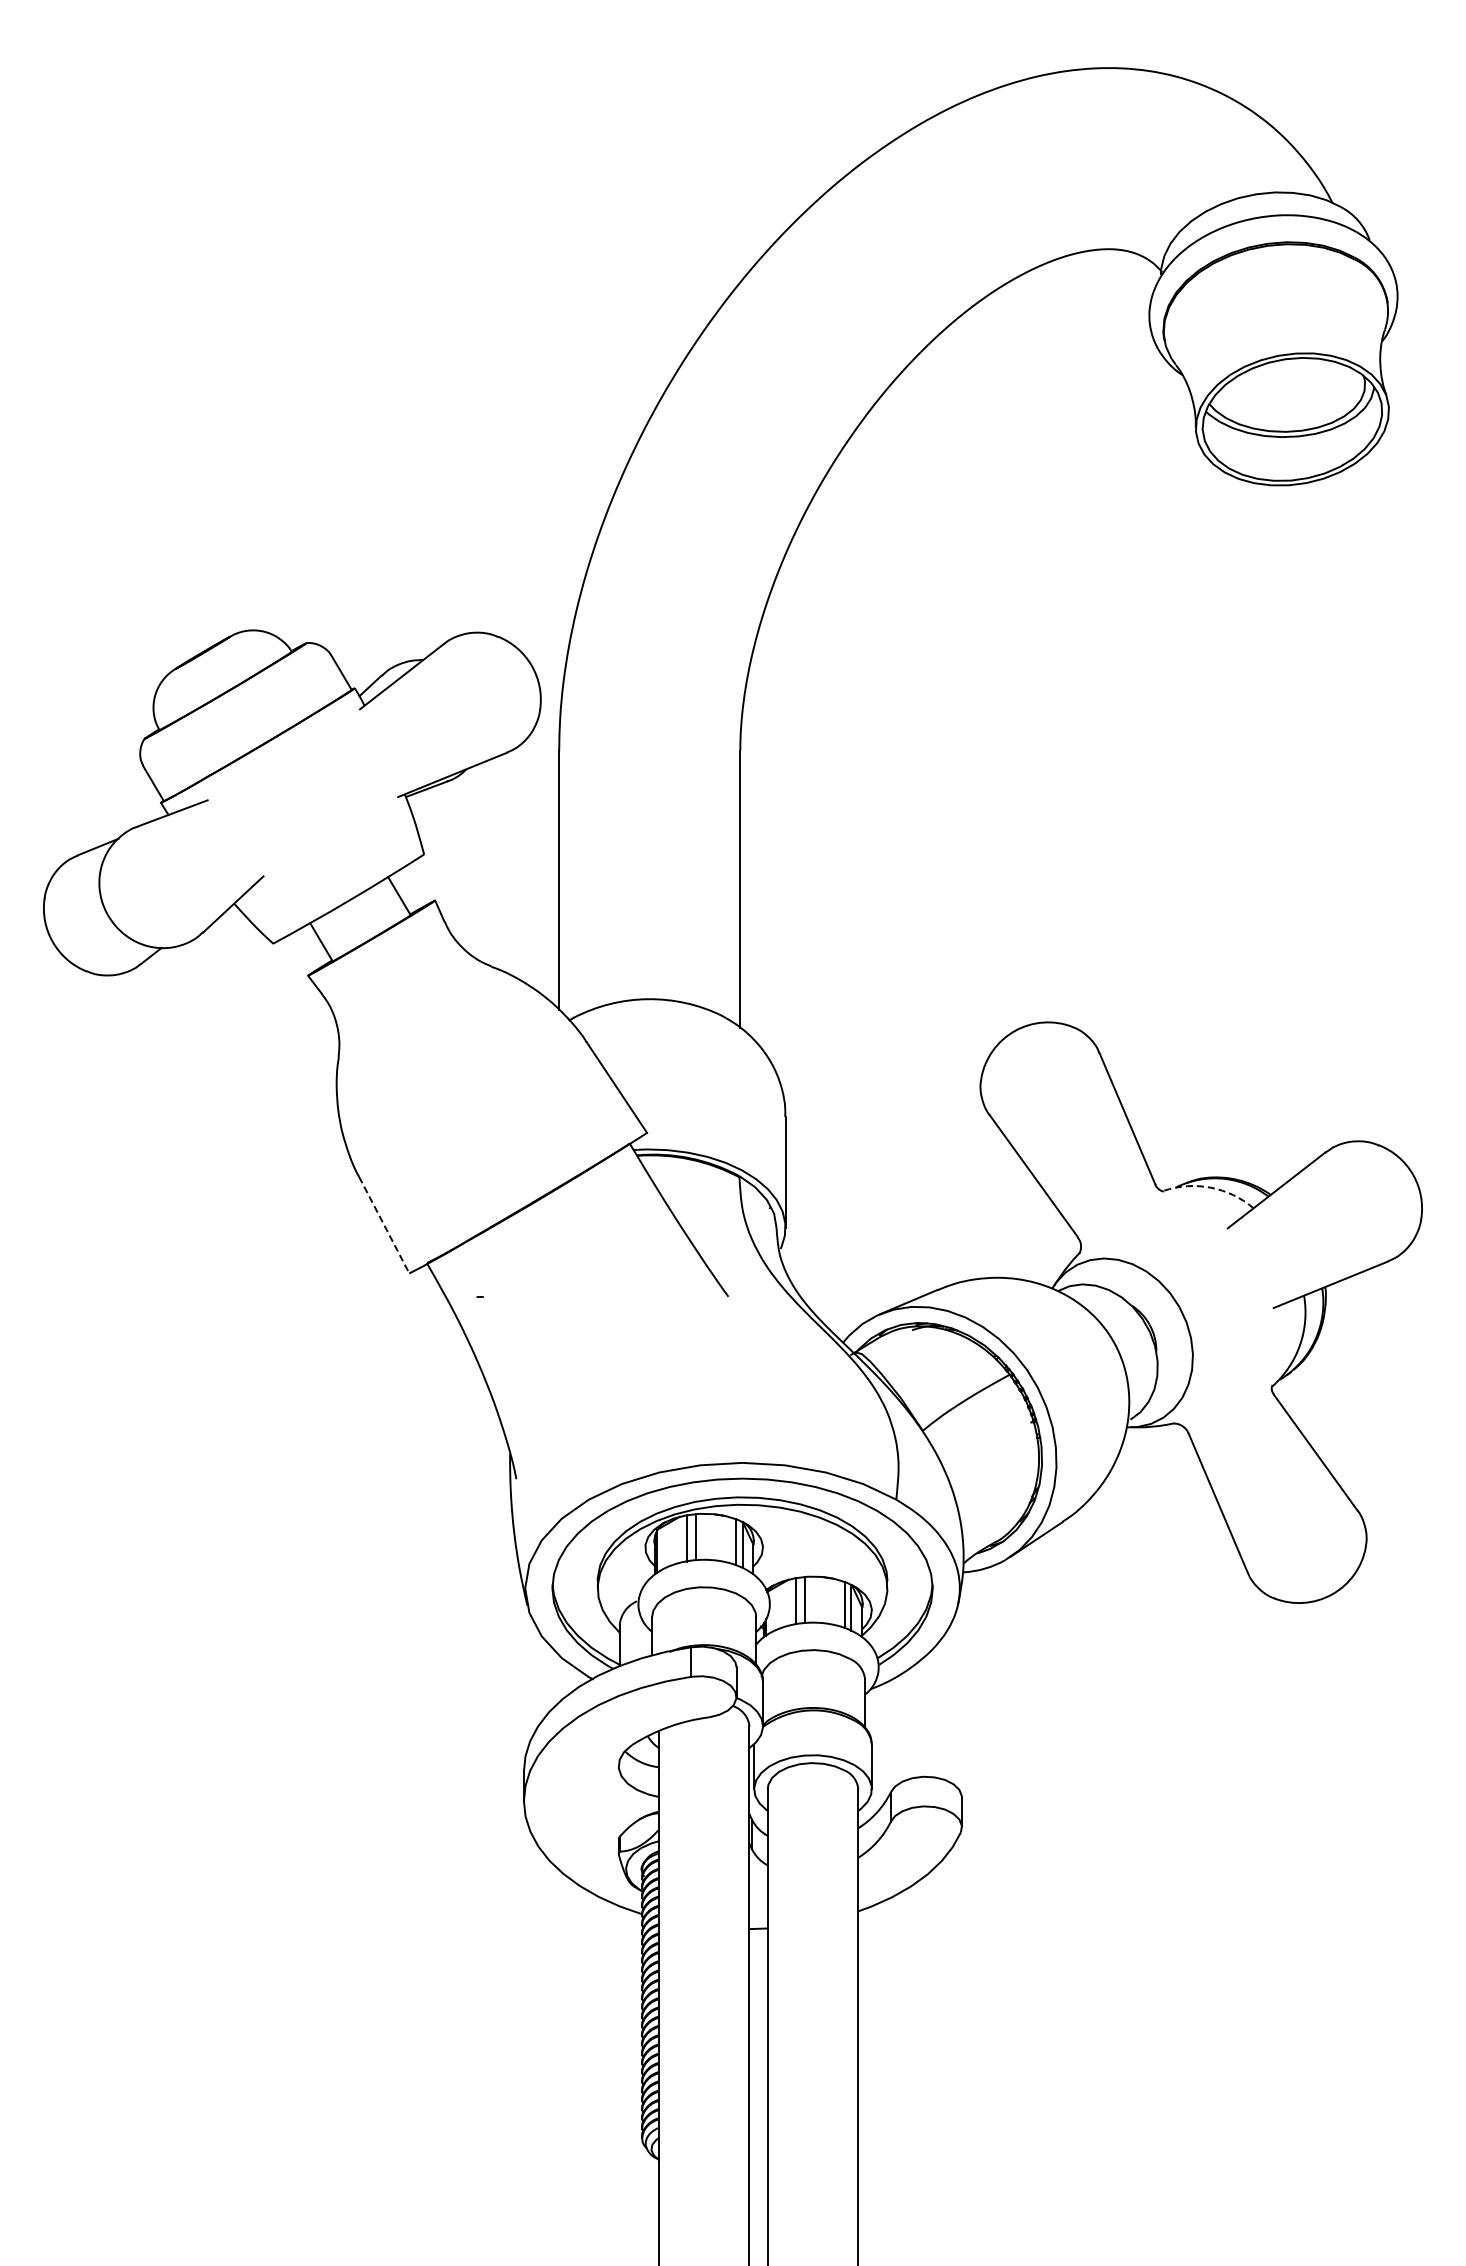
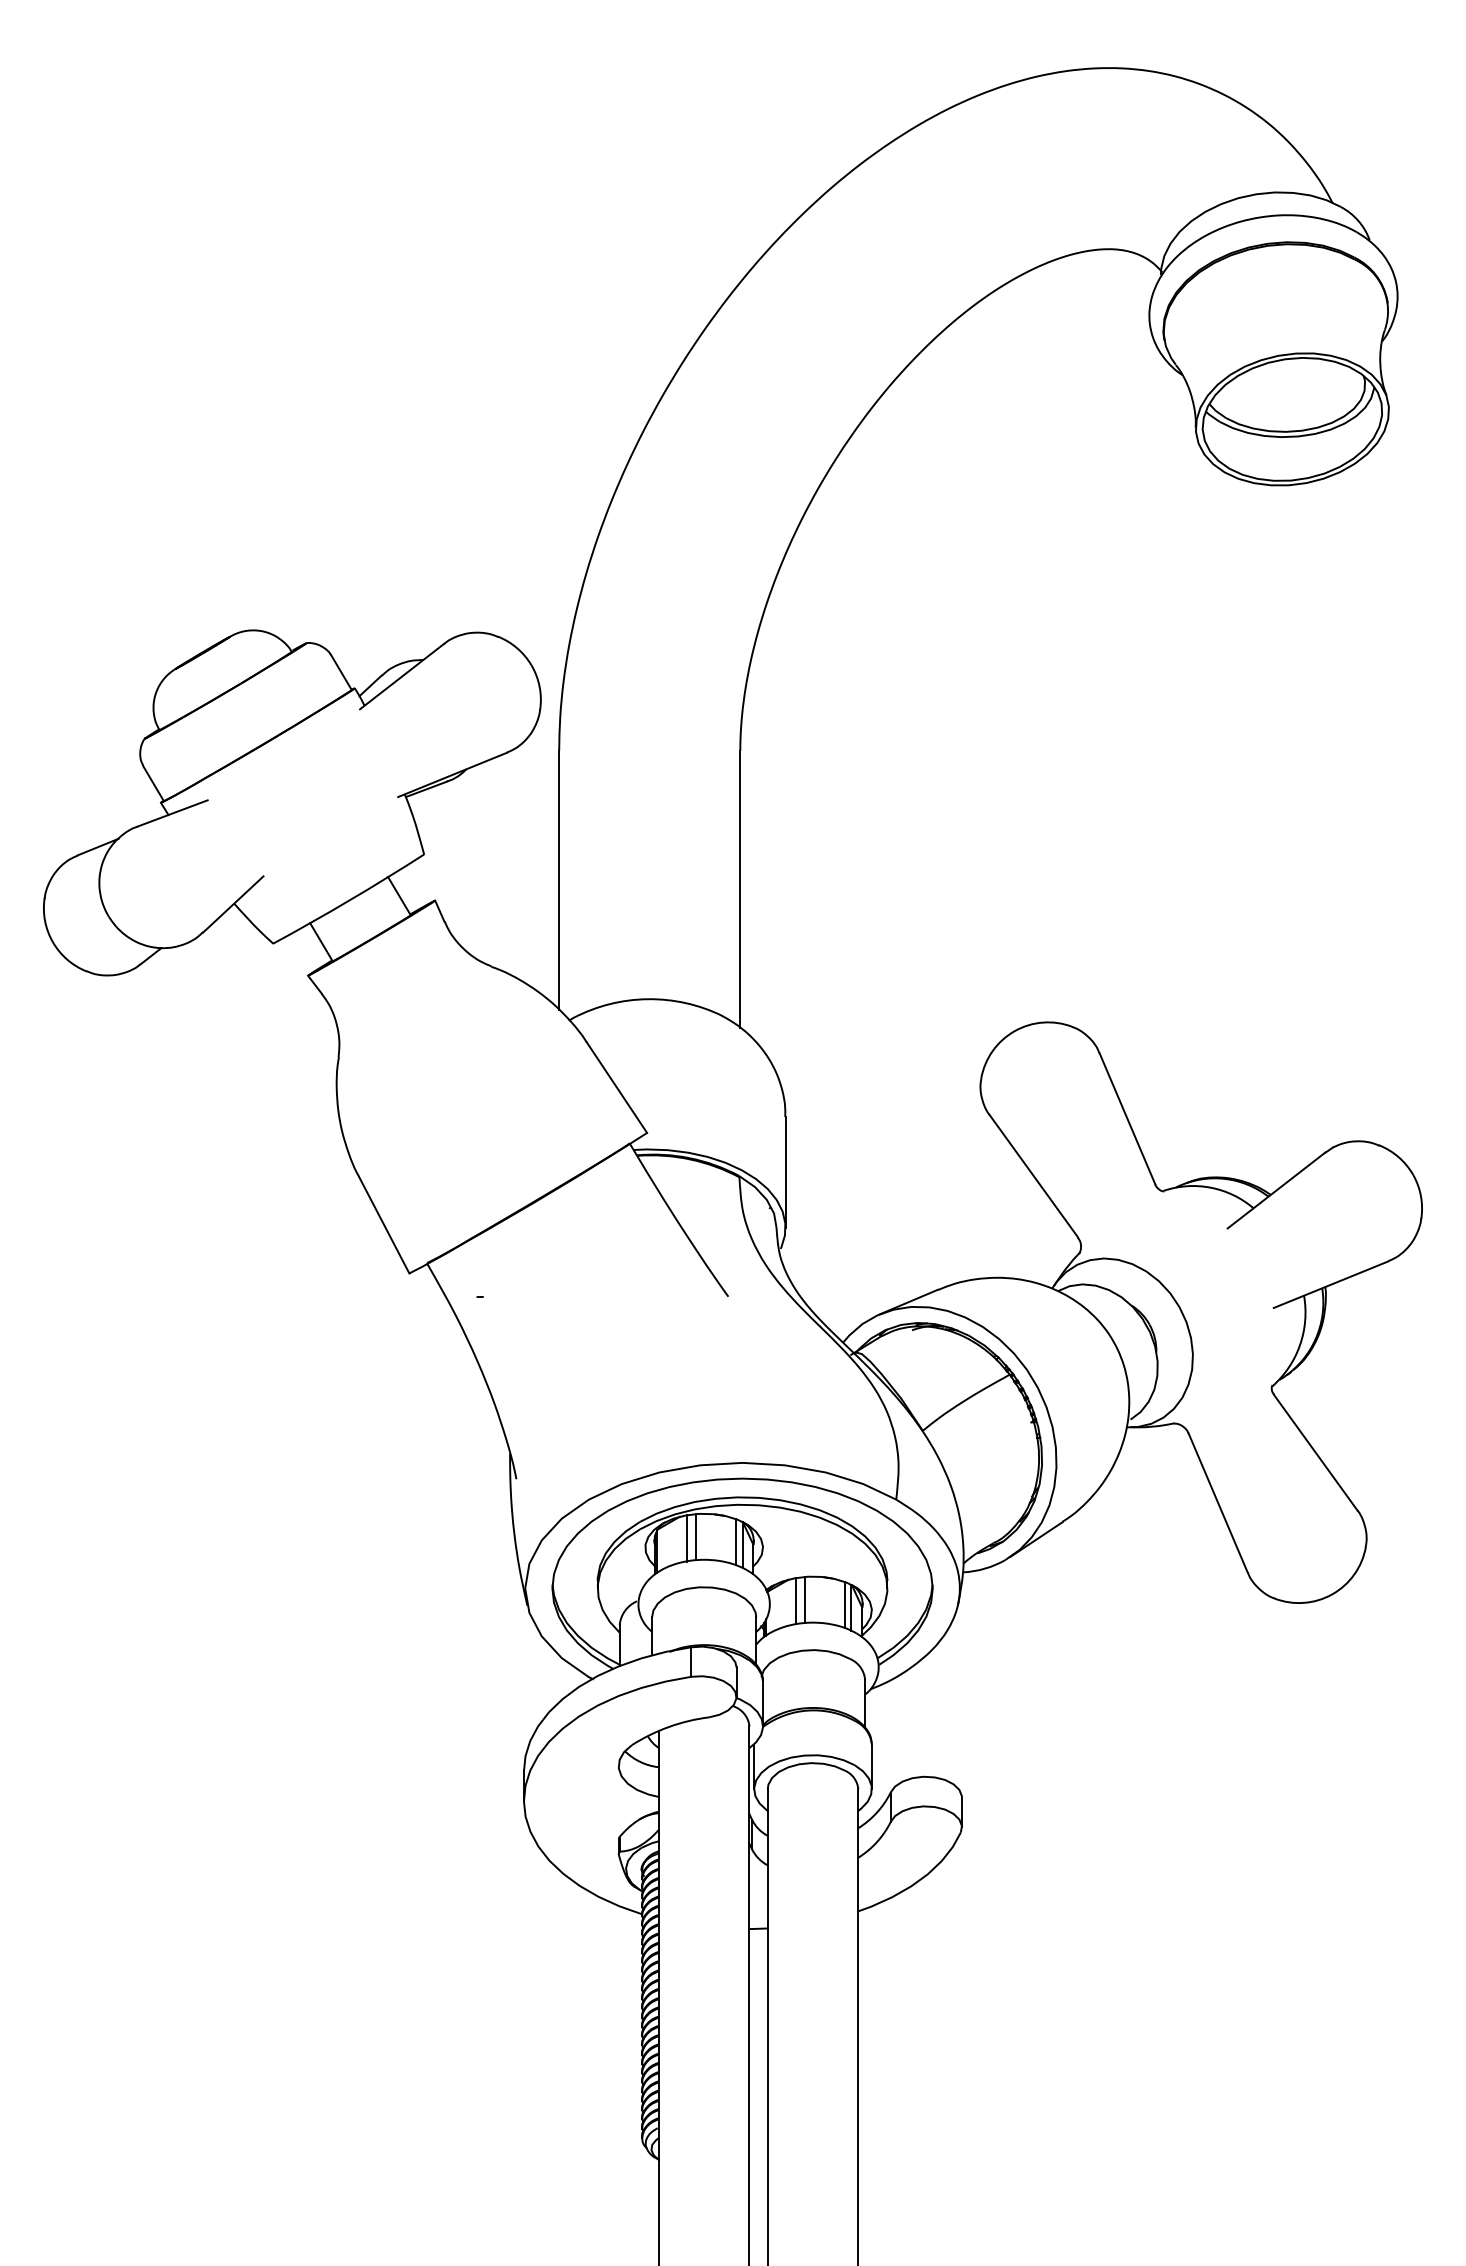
arc at (1210, 1187): dashed -> solid
line at (384, 1225): dashed -> solid
